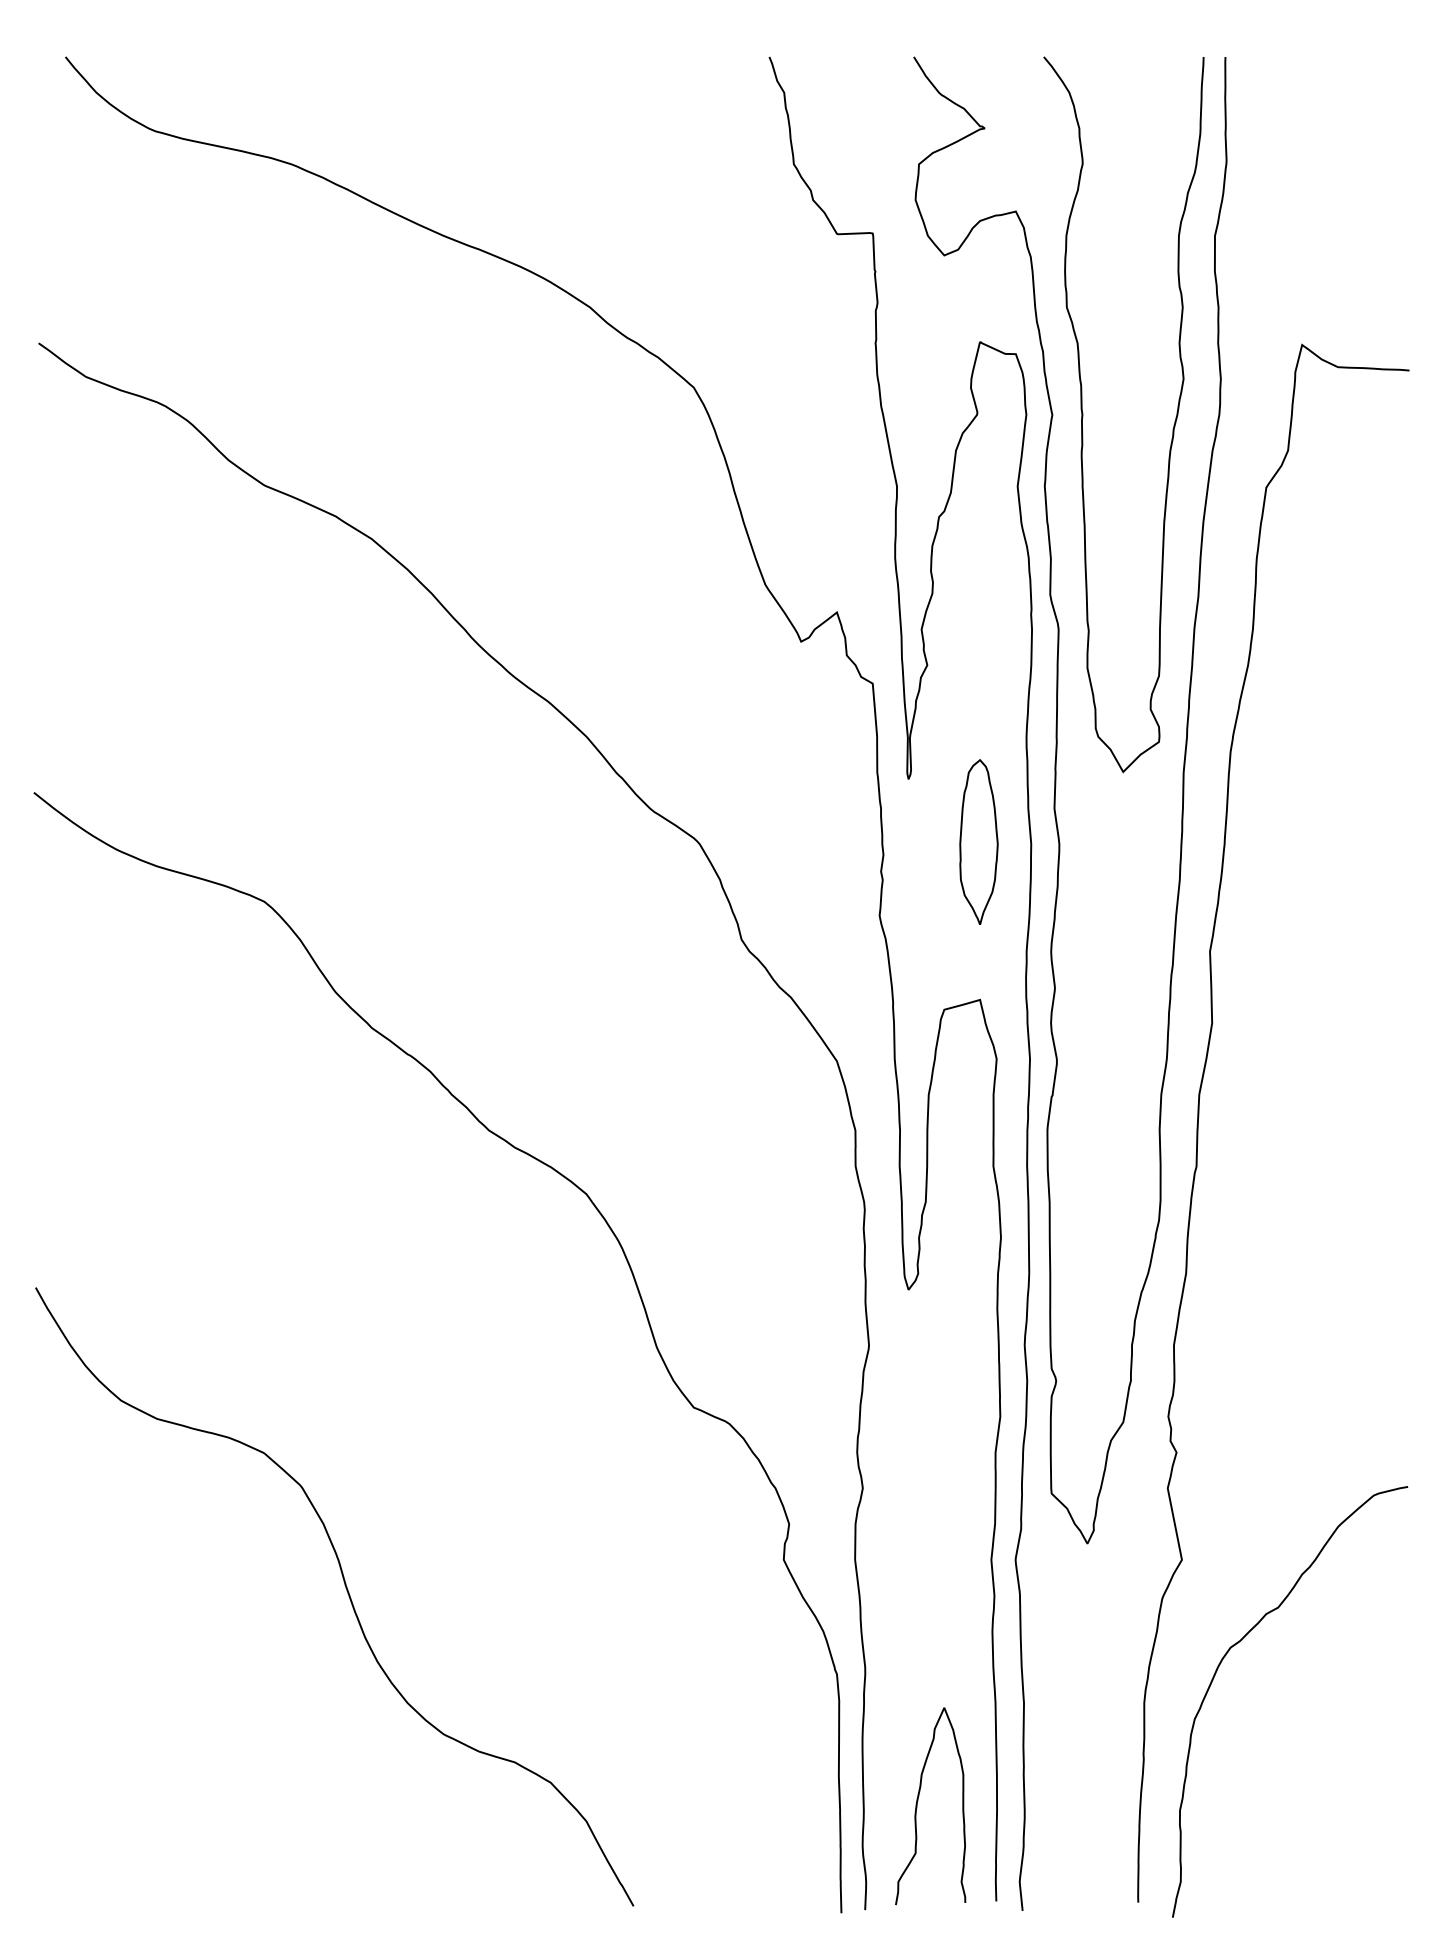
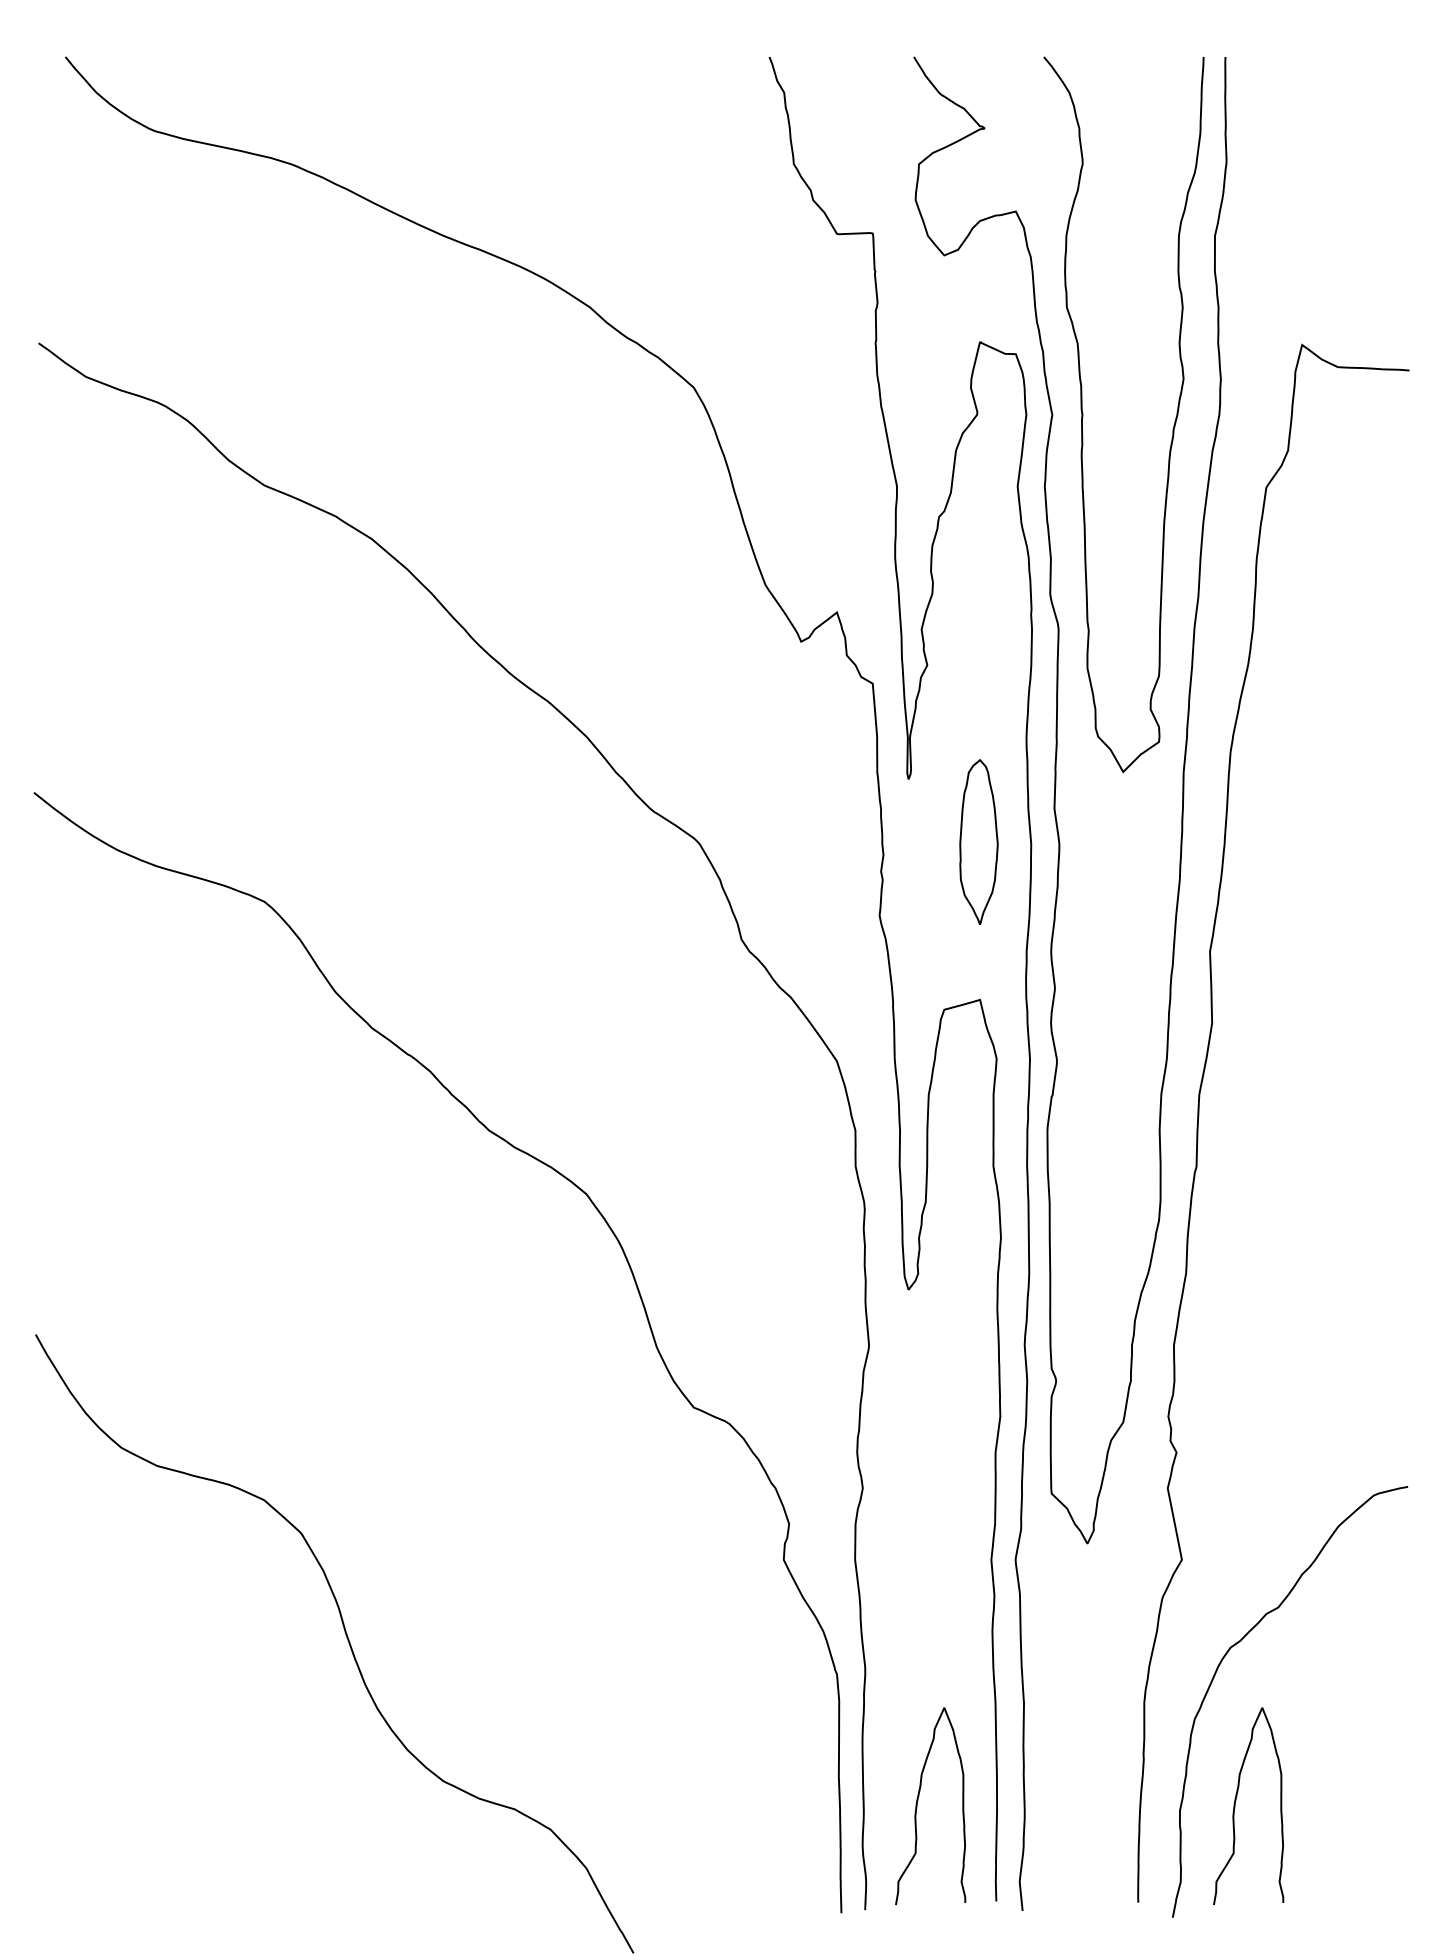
curve at (346, 1591) position: (346, 1591) -> (346, 1638)
curve at (1236, 1801): none -> present
